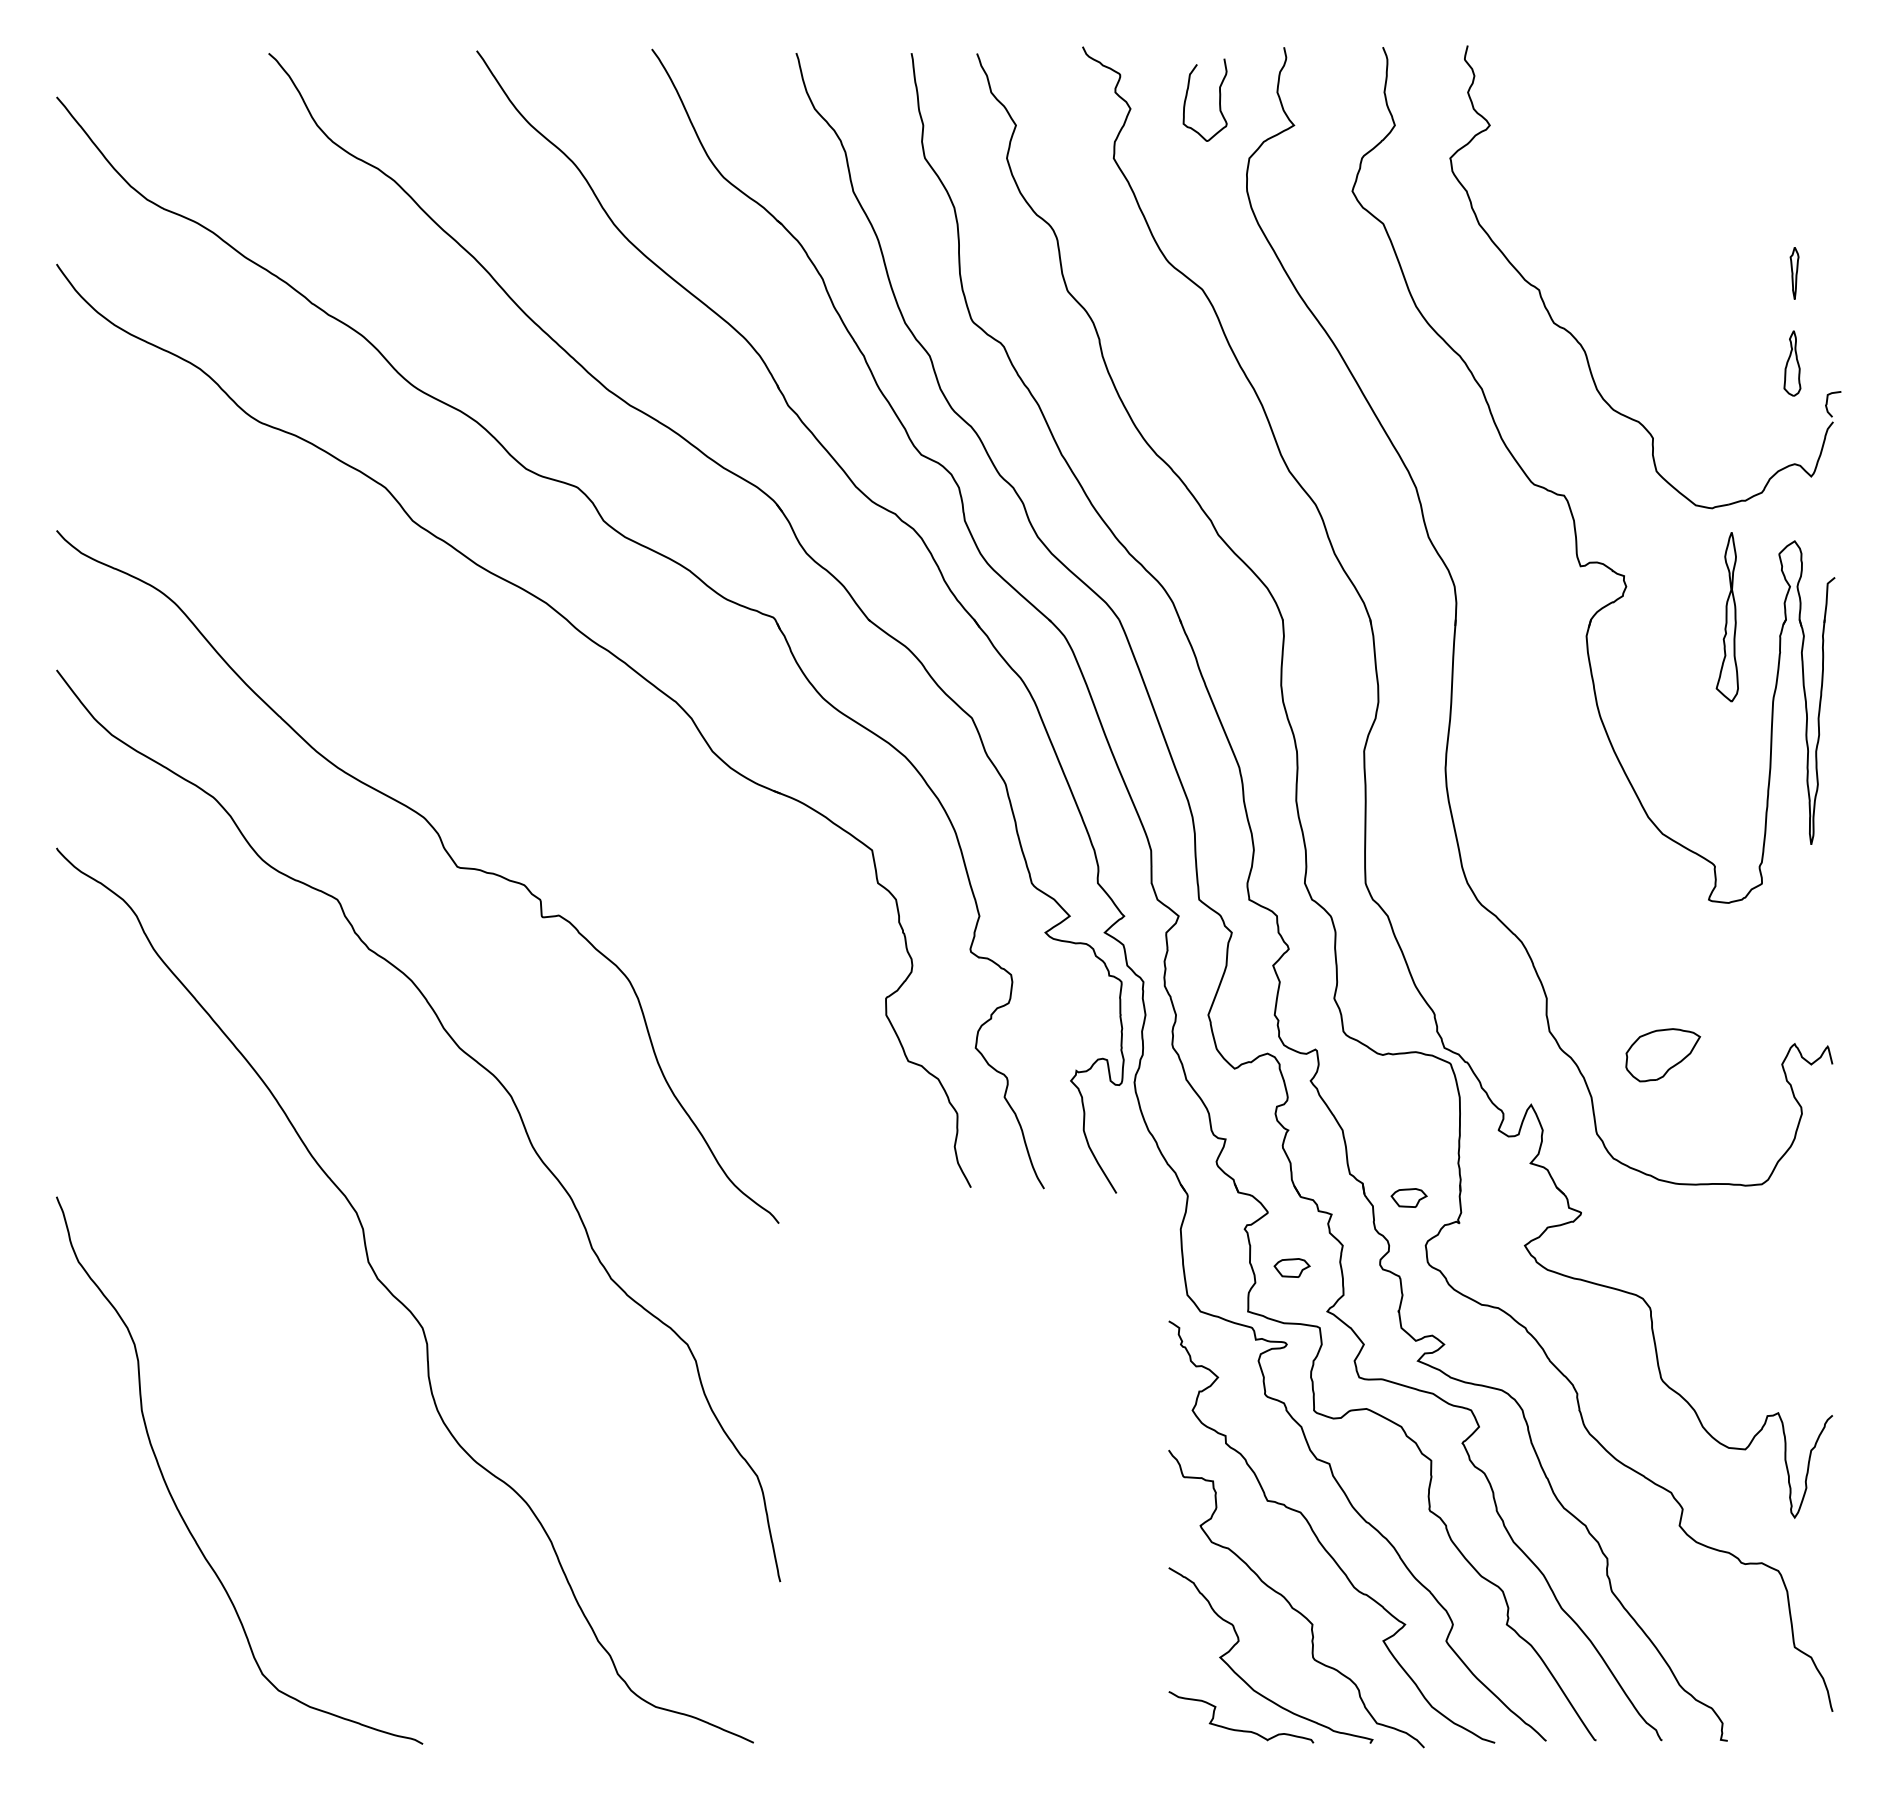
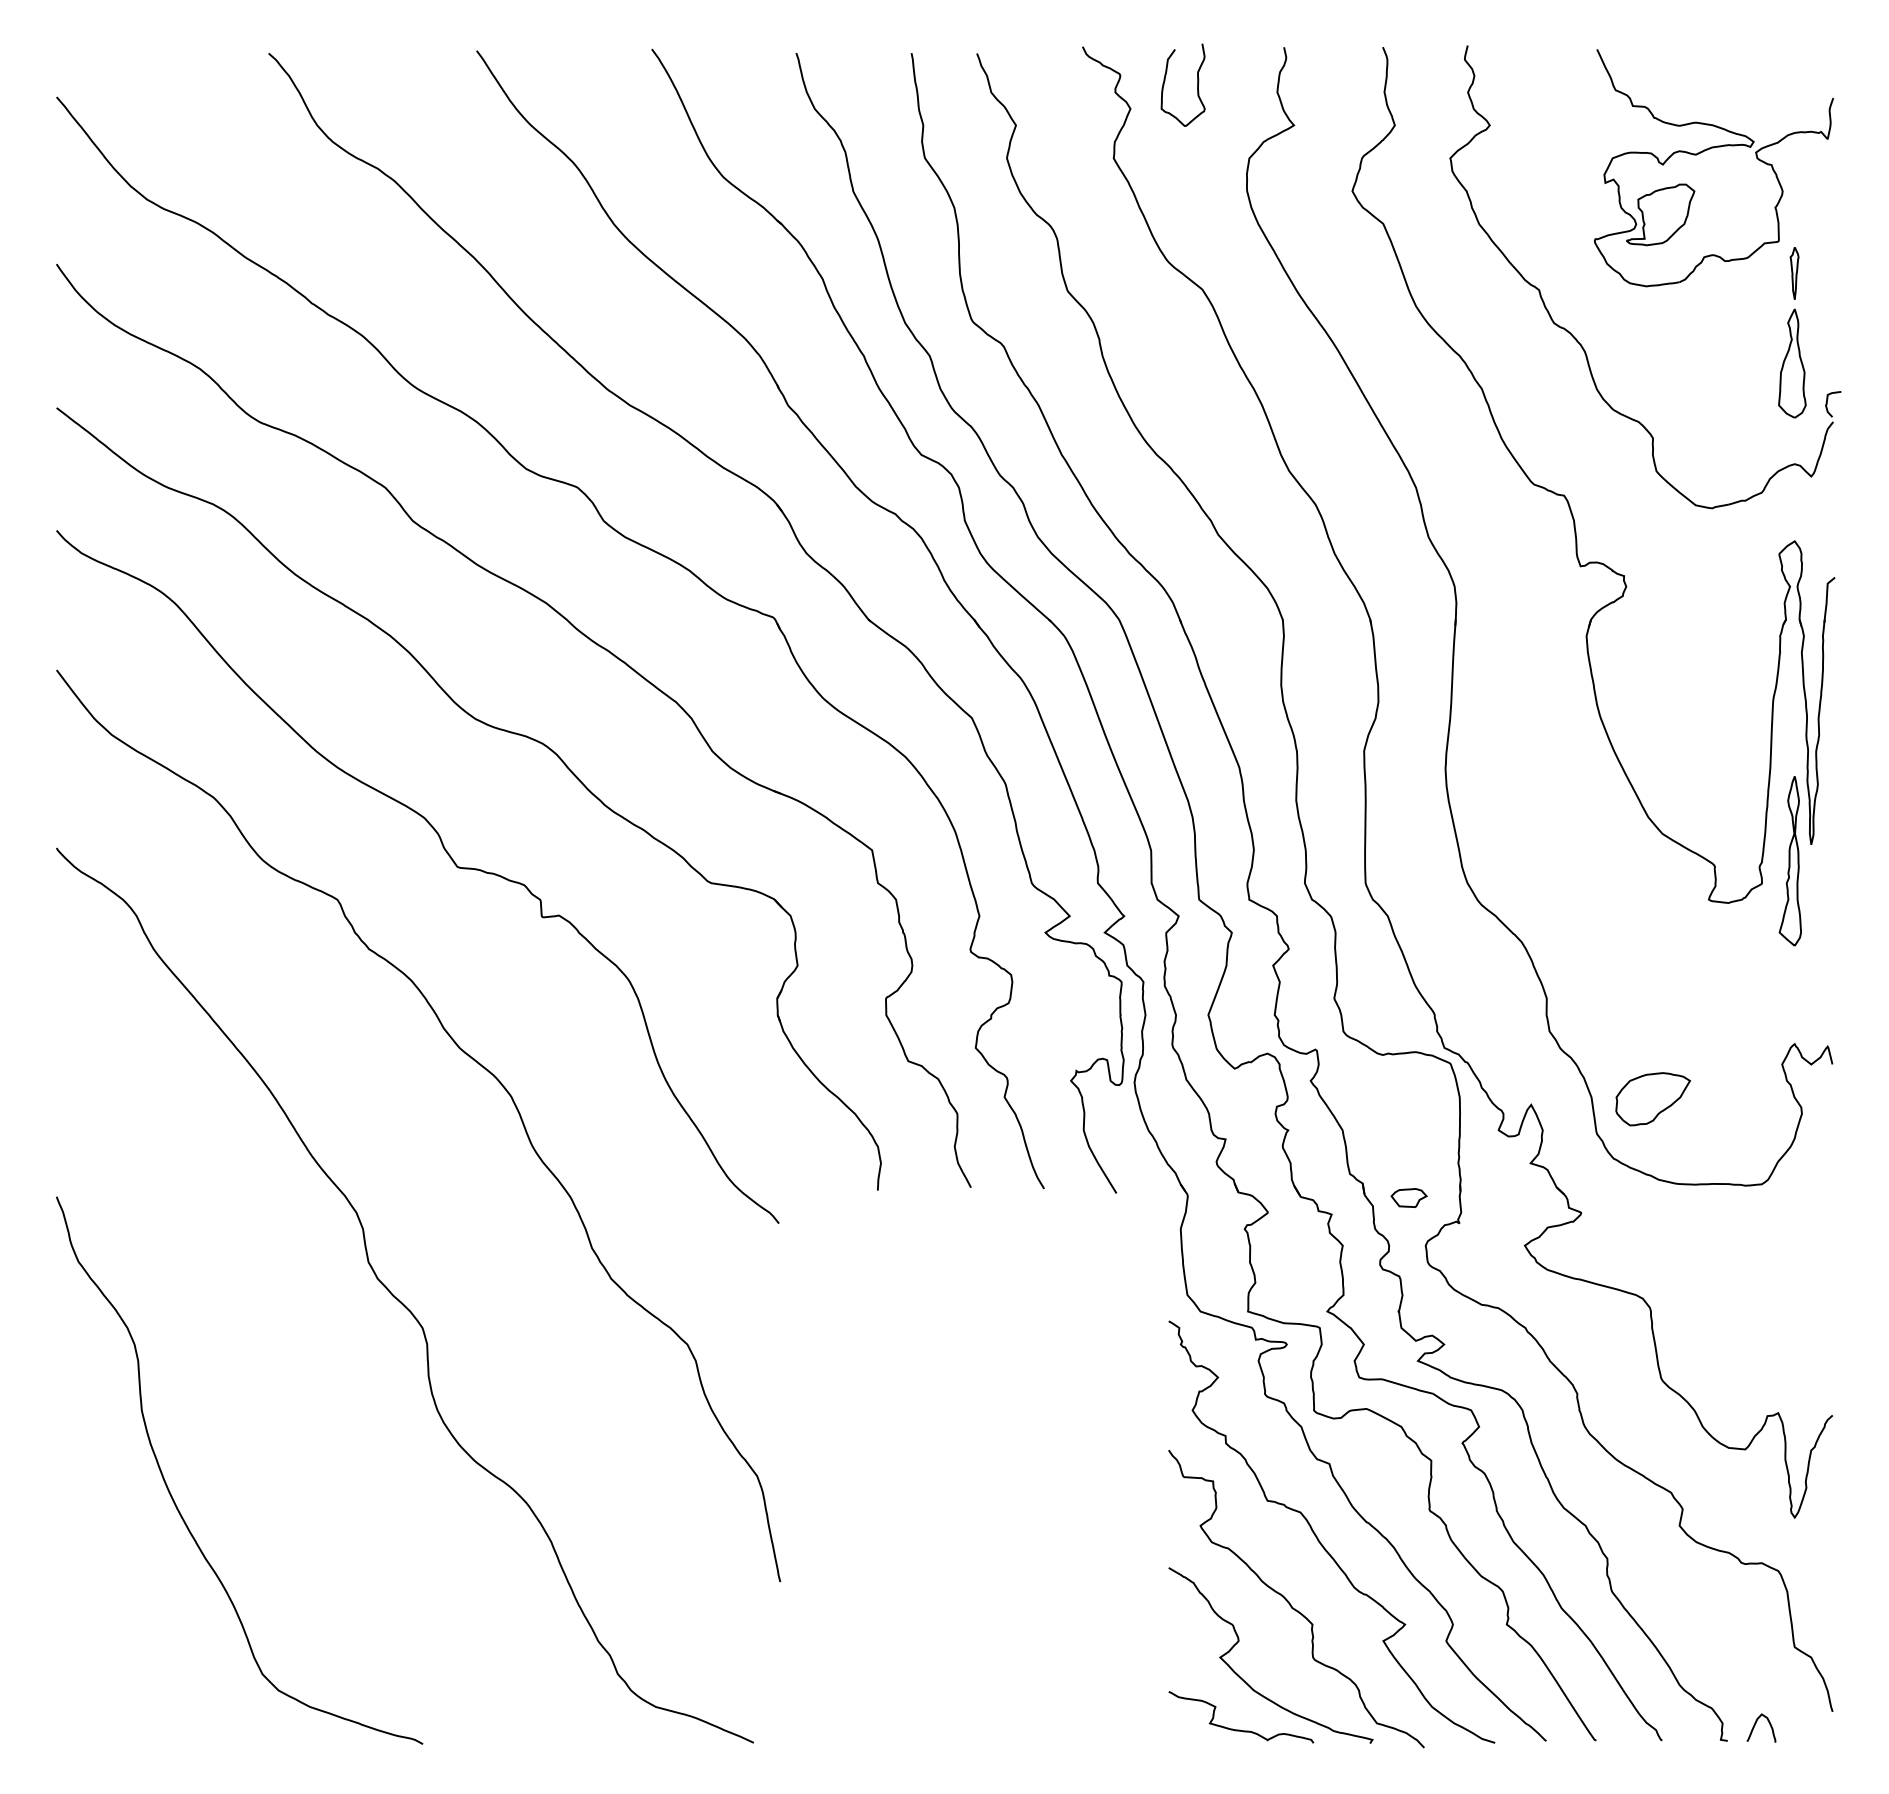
curve at (1219, 99) position: (1219, 99) -> (1197, 84)
part at (1705, 151): none -> present
part at (1792, 363) size: 19x67 px -> 29x111 px
part at (1726, 617) position: (1726, 617) -> (1789, 861)
part at (493, 728): none -> present
part at (1663, 1055) position: (1663, 1055) -> (1653, 1099)
part at (1291, 1267): present -> none
curve at (1755, 1725): none -> present
